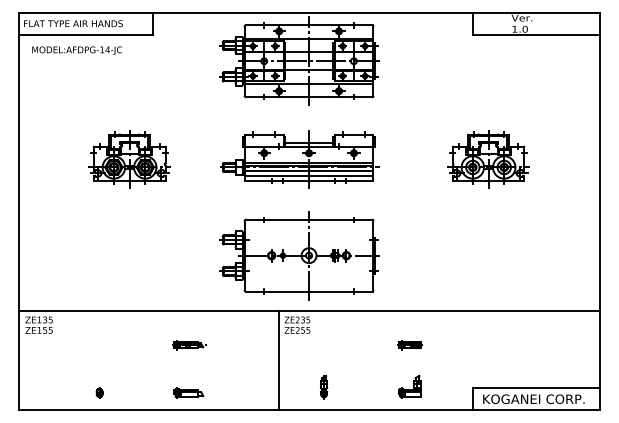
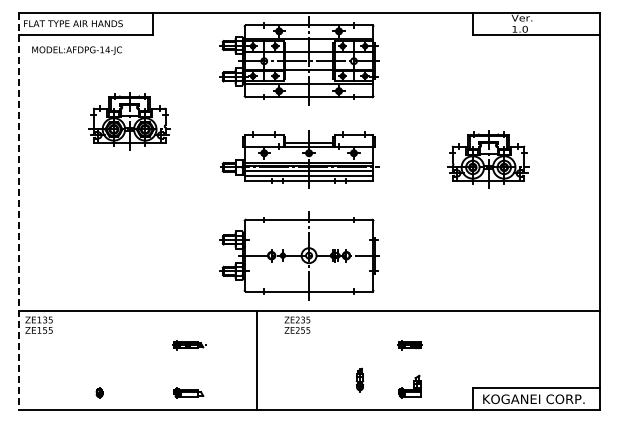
part at (129, 159) position: (129, 159) -> (129, 121)
line at (18, 211): solid -> dashed
line at (278, 360) position: (278, 360) -> (256, 360)
part at (324, 386) position: (324, 386) -> (360, 379)
